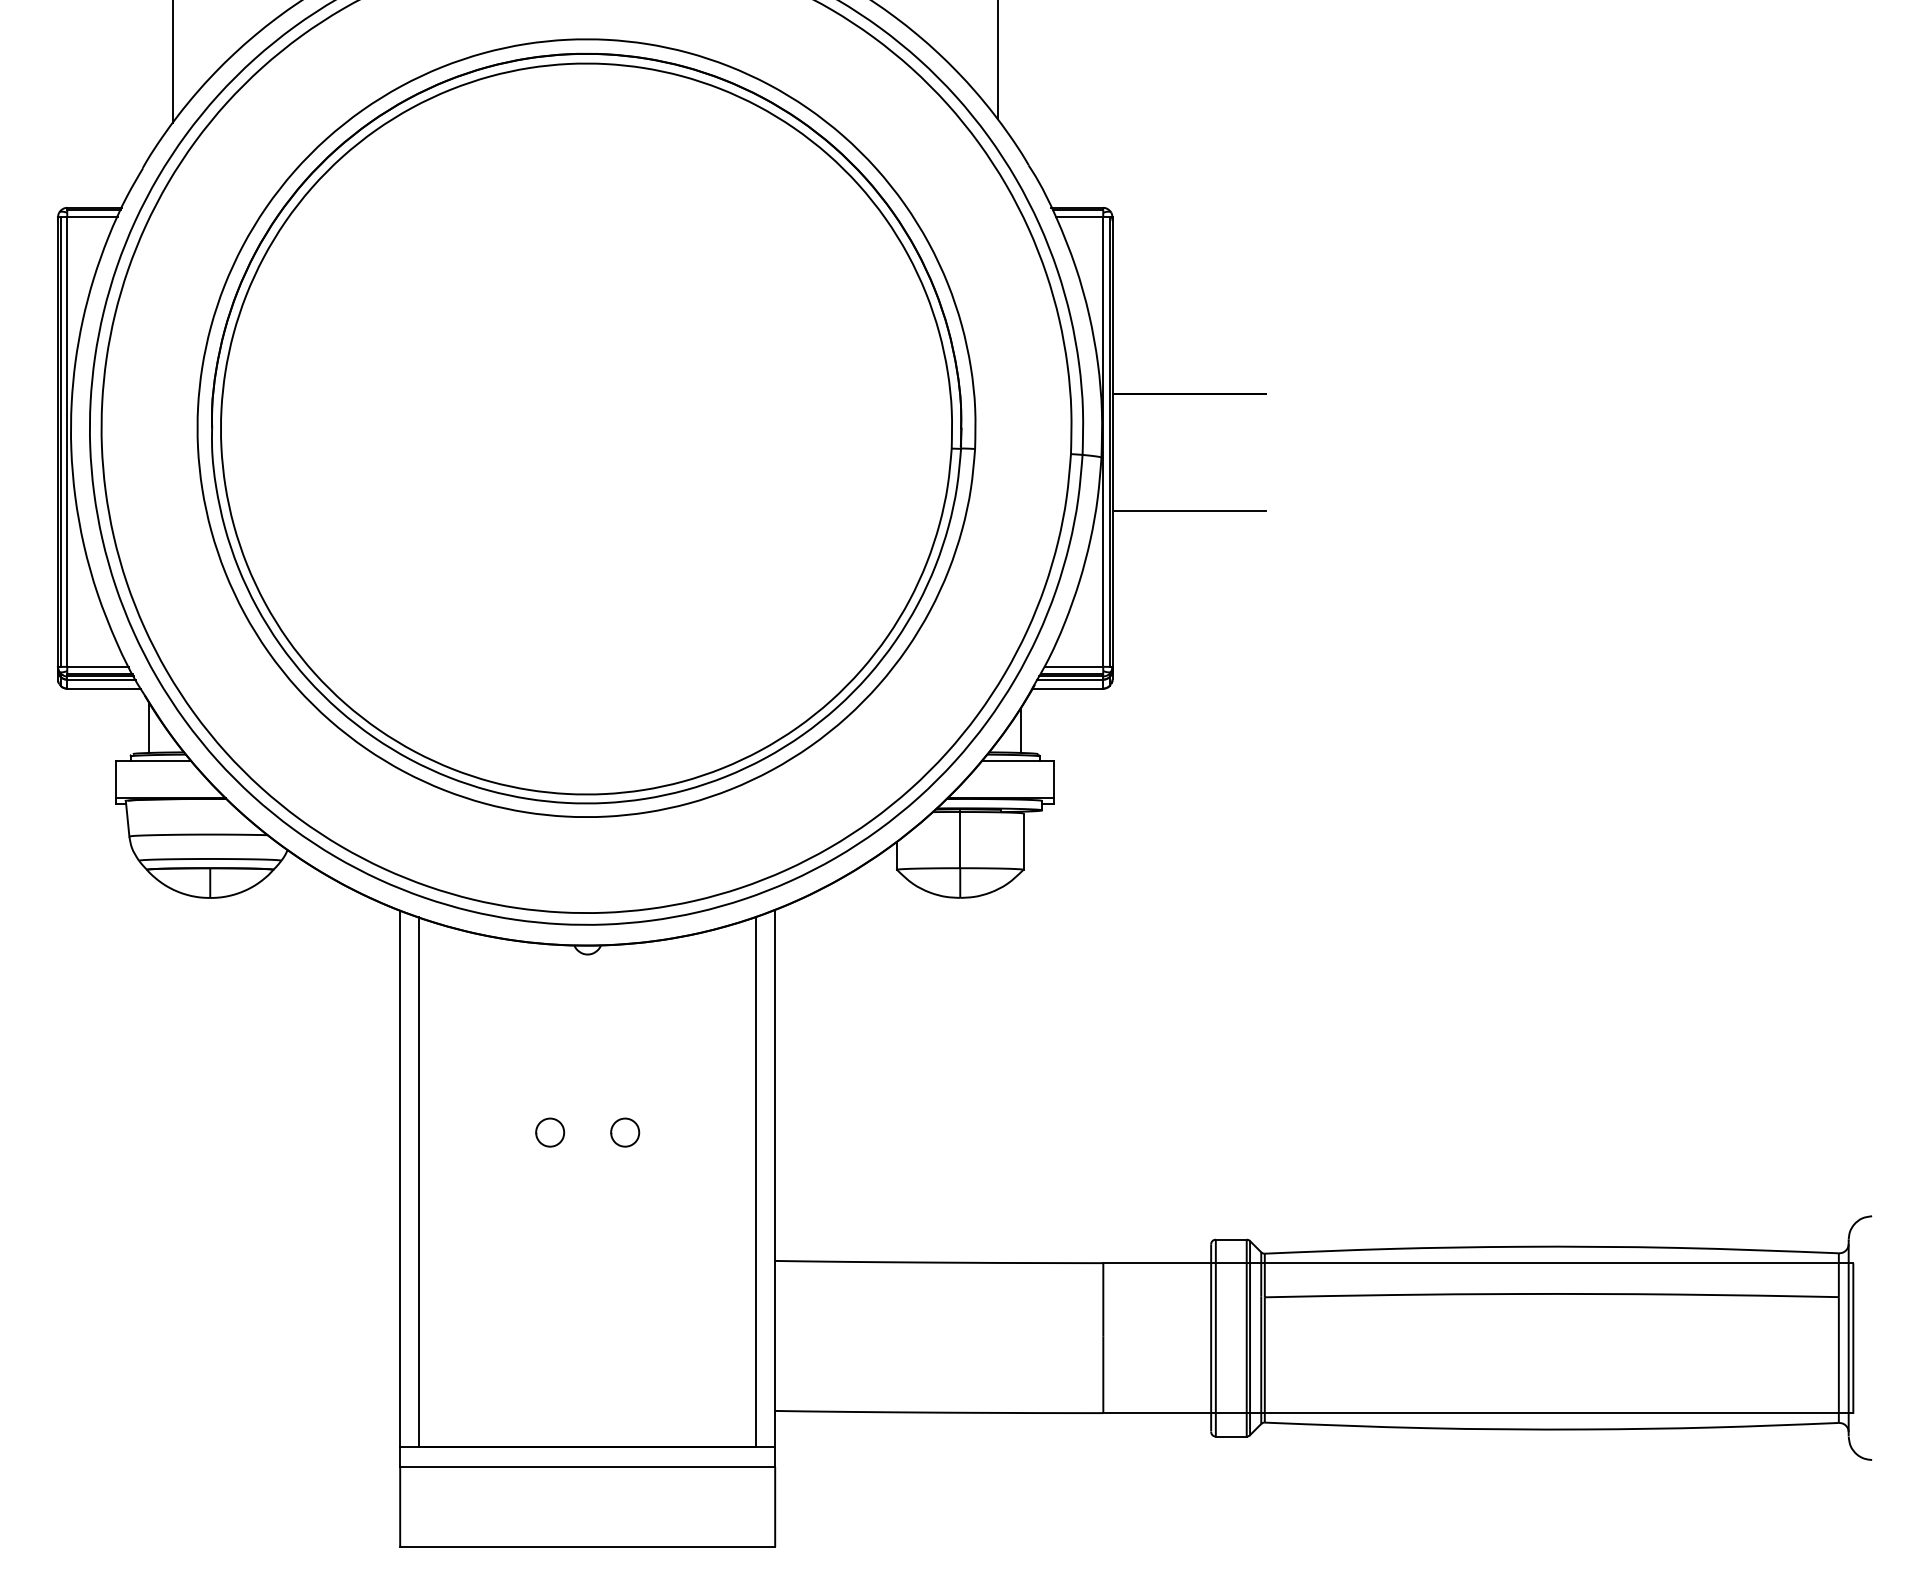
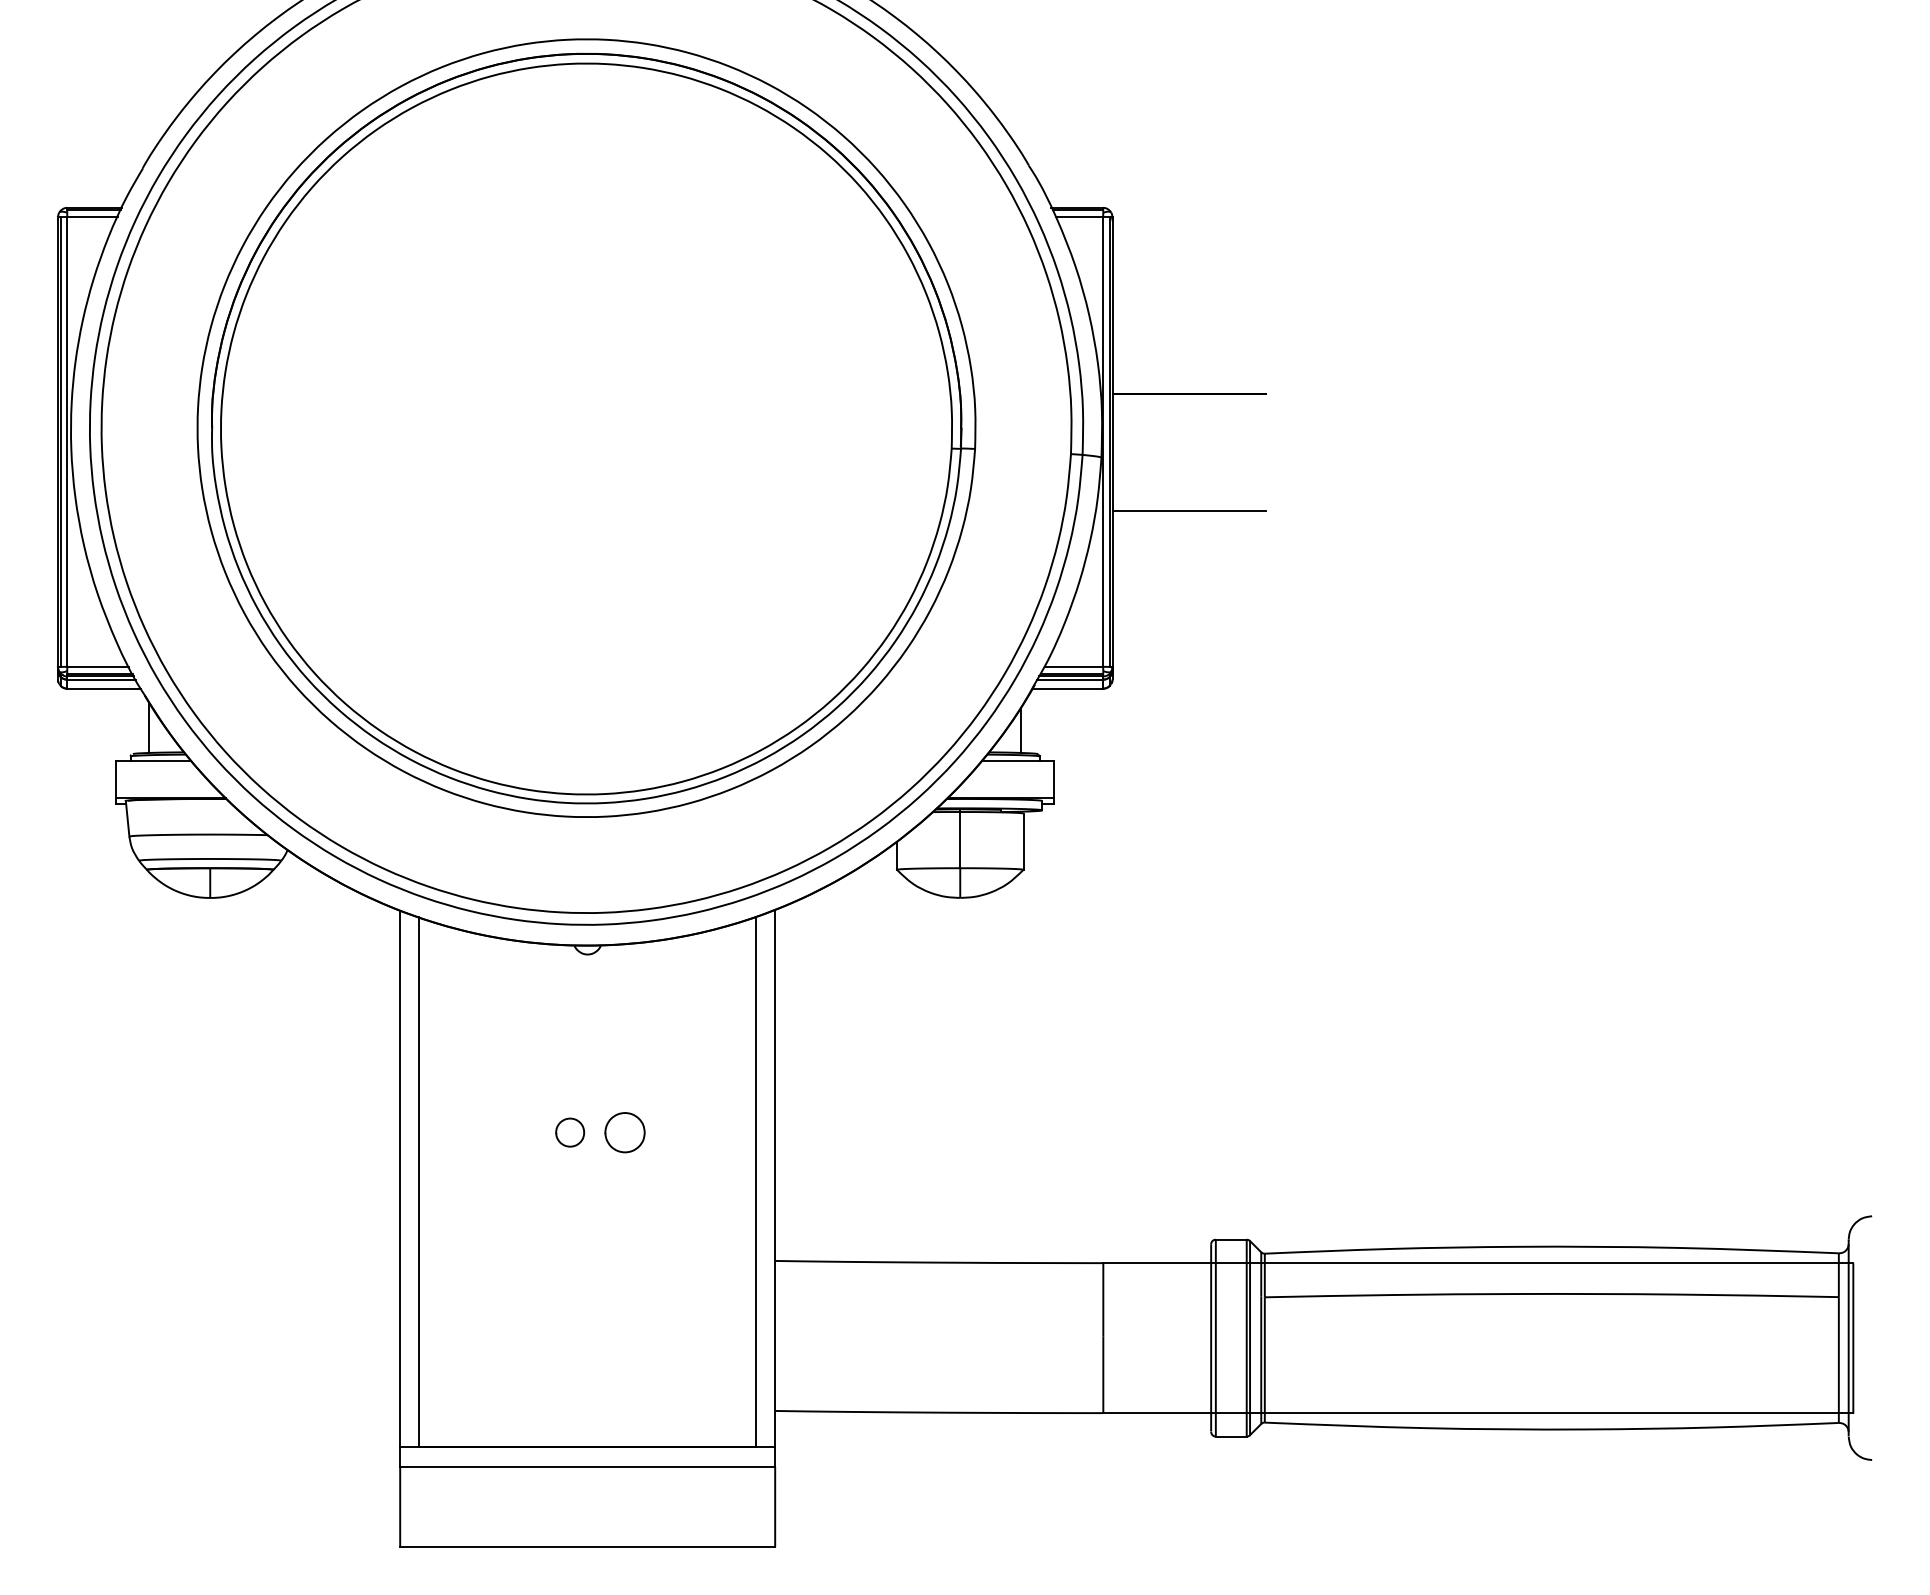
line at (997, 60): present -> none
line at (172, 62): present -> none
part at (550, 1132) position: (550, 1132) -> (570, 1132)
part at (625, 1132) size: 31x31 px -> 42x42 px
